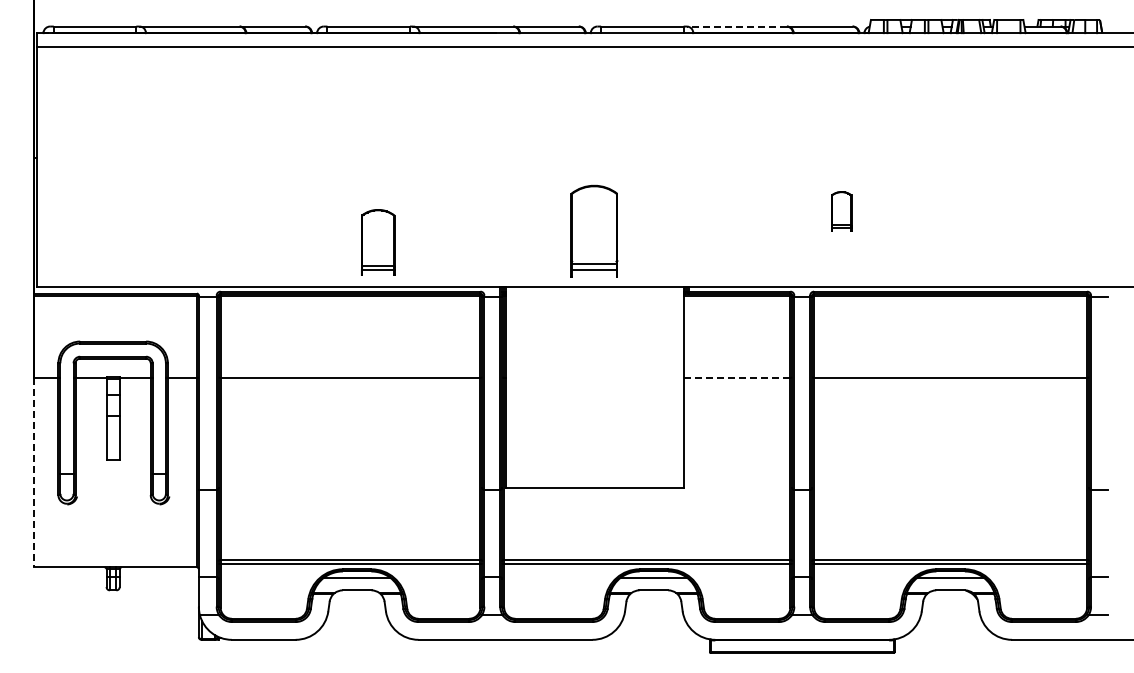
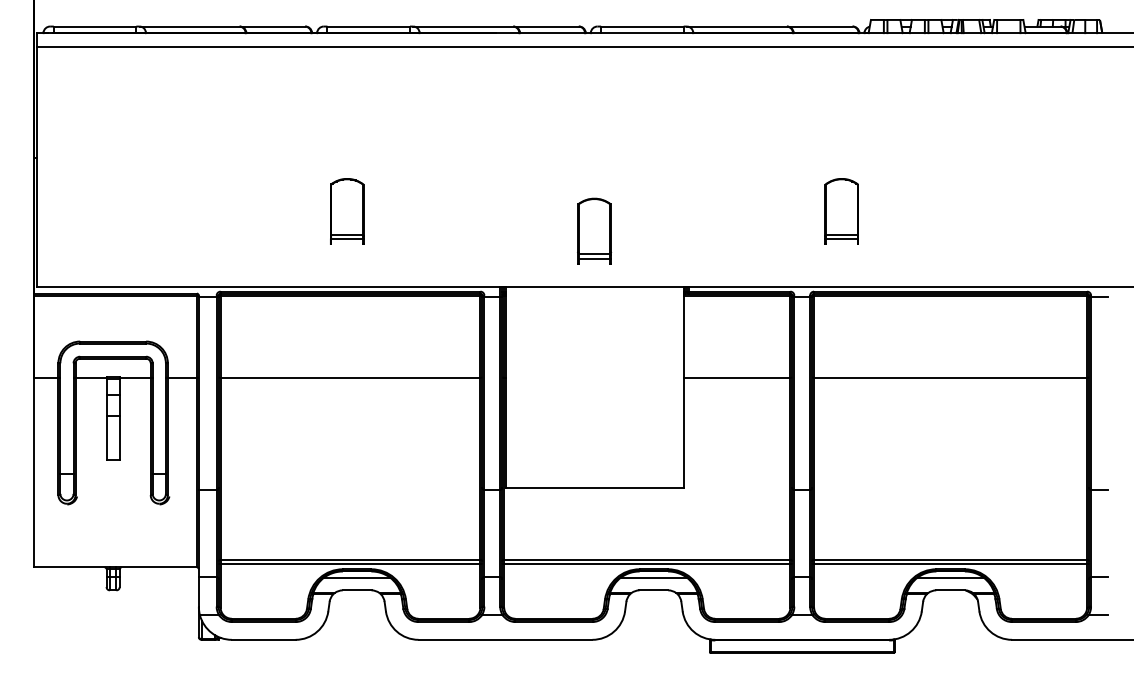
line at (736, 26): dashed -> solid
part at (841, 211) size: 22x41 px -> 35x67 px
part at (594, 230) size: 49x94 px -> 36x68 px
part at (378, 242) position: (378, 242) -> (347, 211)
line at (736, 377): dashed -> solid
line at (34, 472): dashed -> solid
